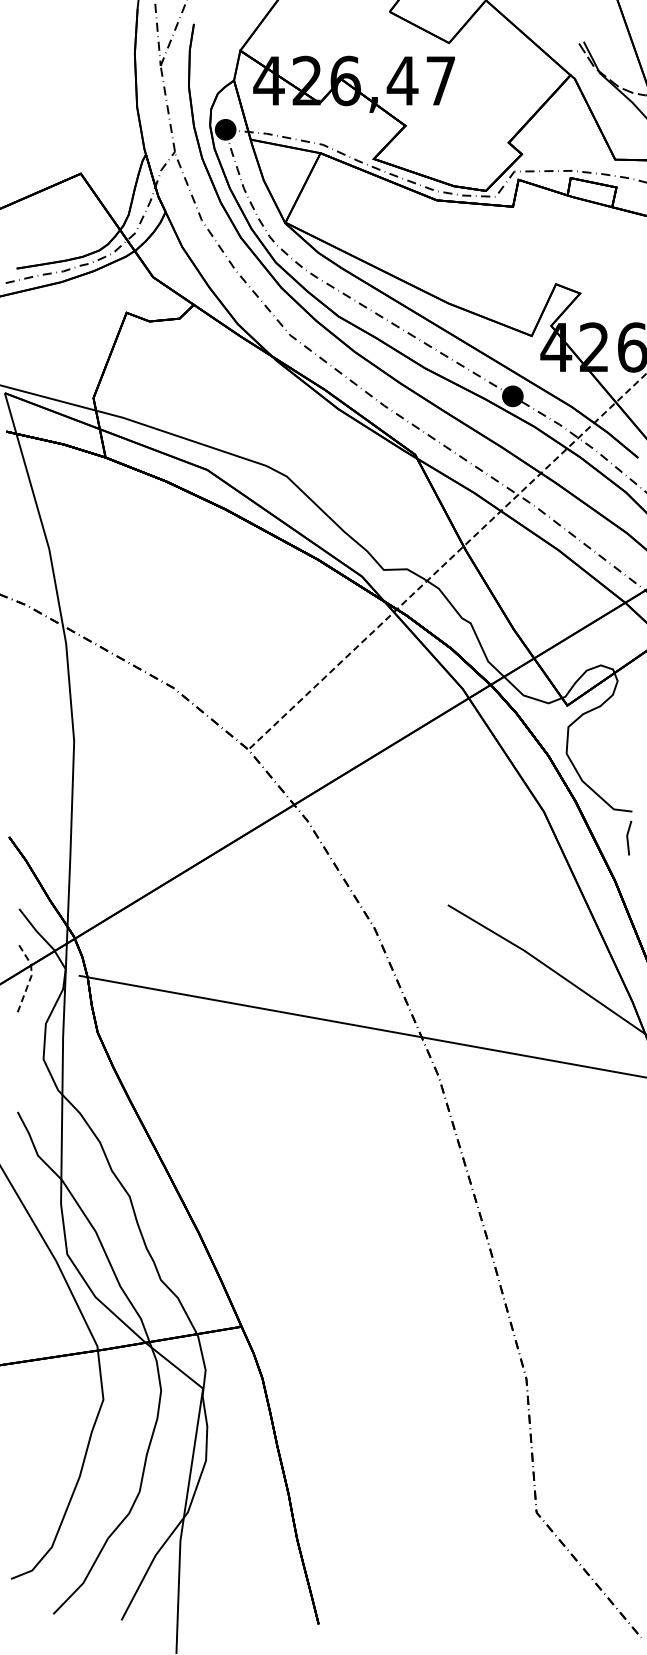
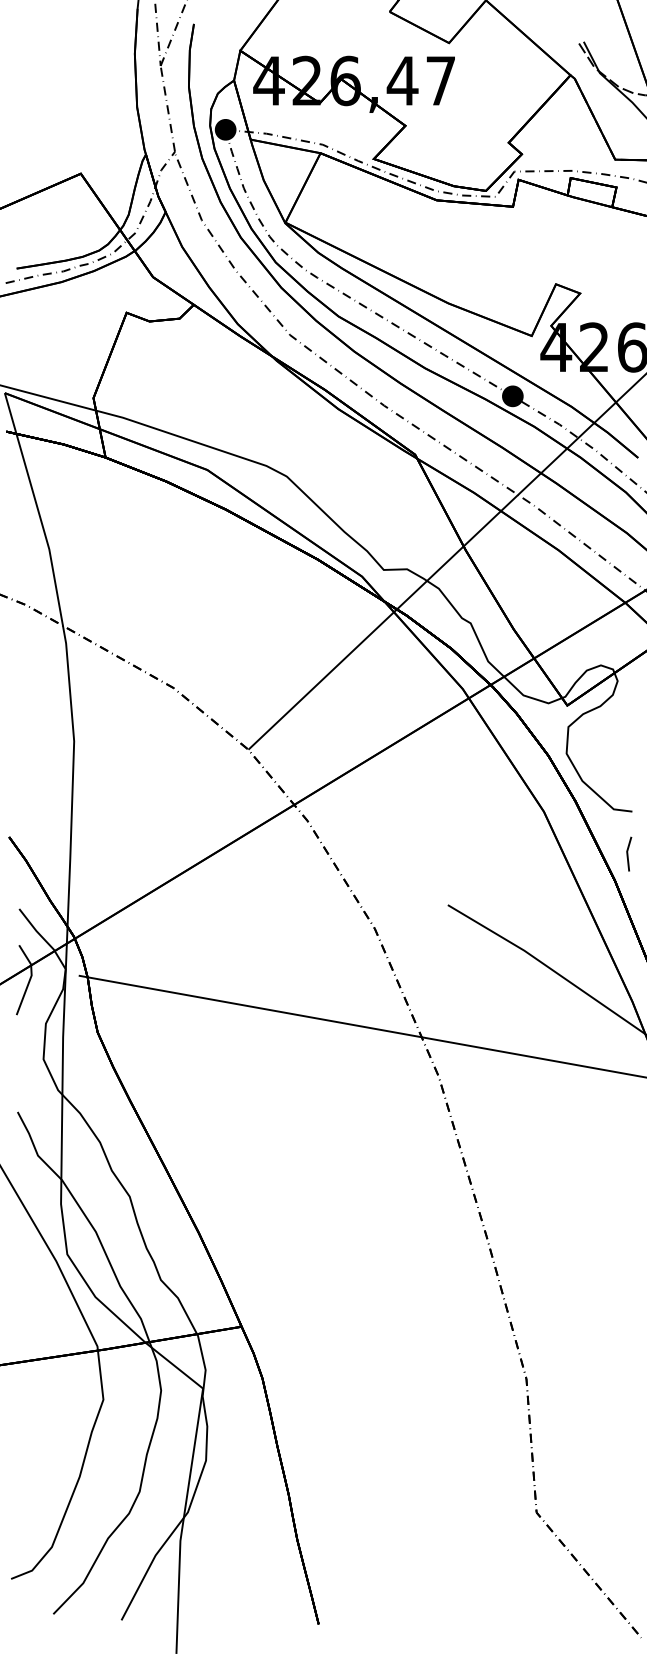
line at (447, 561): dashed -> solid
line at (628, 837) position: (628, 837) -> (628, 853)
line at (30, 978): dashed -> solid
